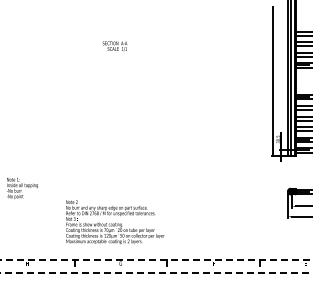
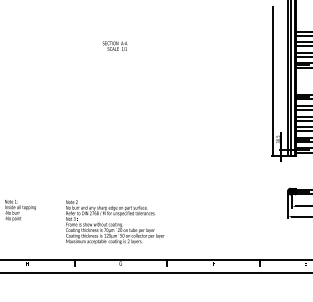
text at (22, 188) position: (22, 188) -> (20, 210)
line at (156, 260): dashed -> solid
line at (156, 272): dashed -> solid
